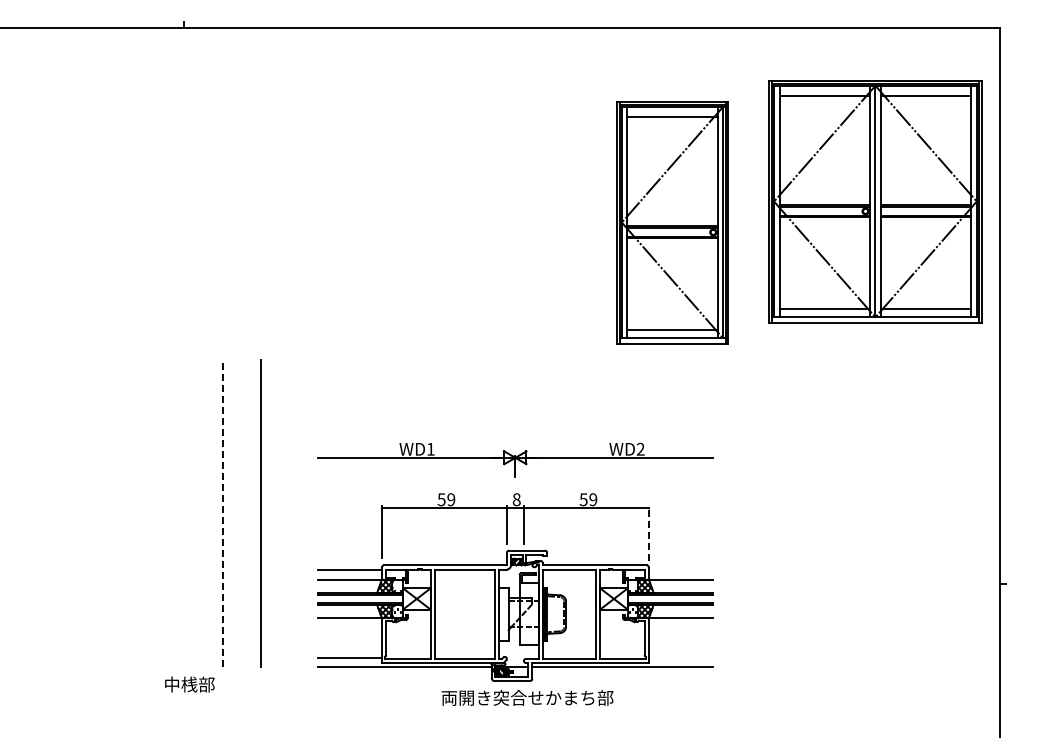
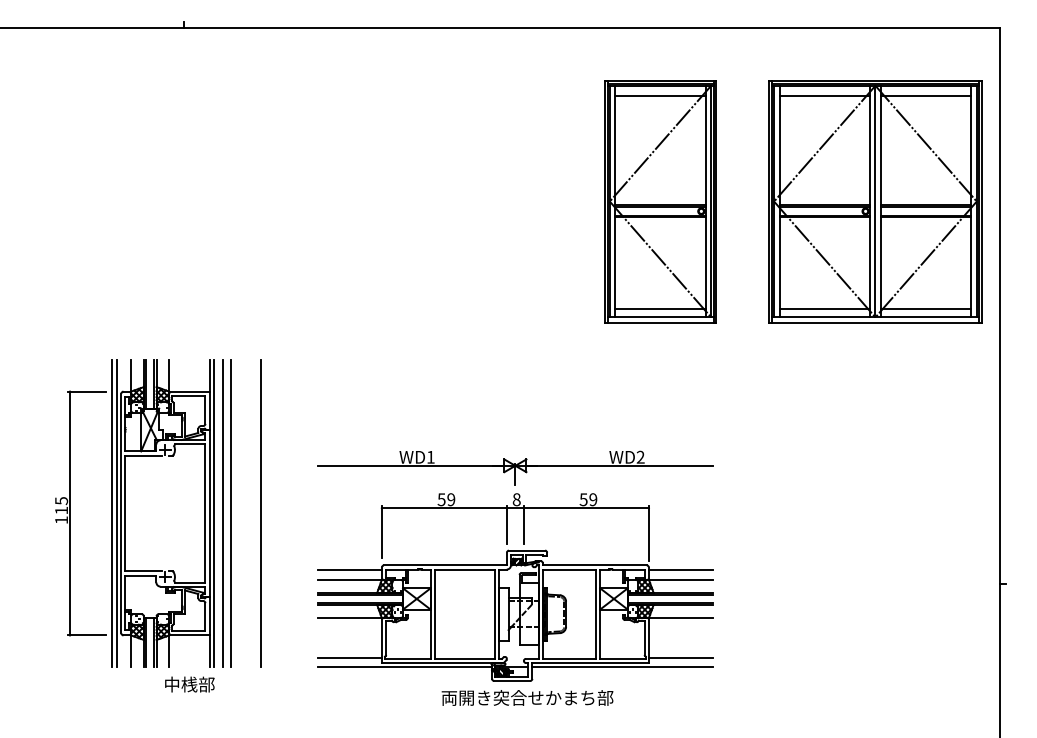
part at (672, 222) position: (672, 222) -> (660, 201)
part at (515, 459) position: (515, 459) -> (515, 467)
part at (134, 513): none -> present
line at (222, 513): dashed -> solid
line at (230, 513): none -> present
line at (648, 533): dashed -> solid
line at (680, 570): none -> present
line at (680, 658): none -> present
